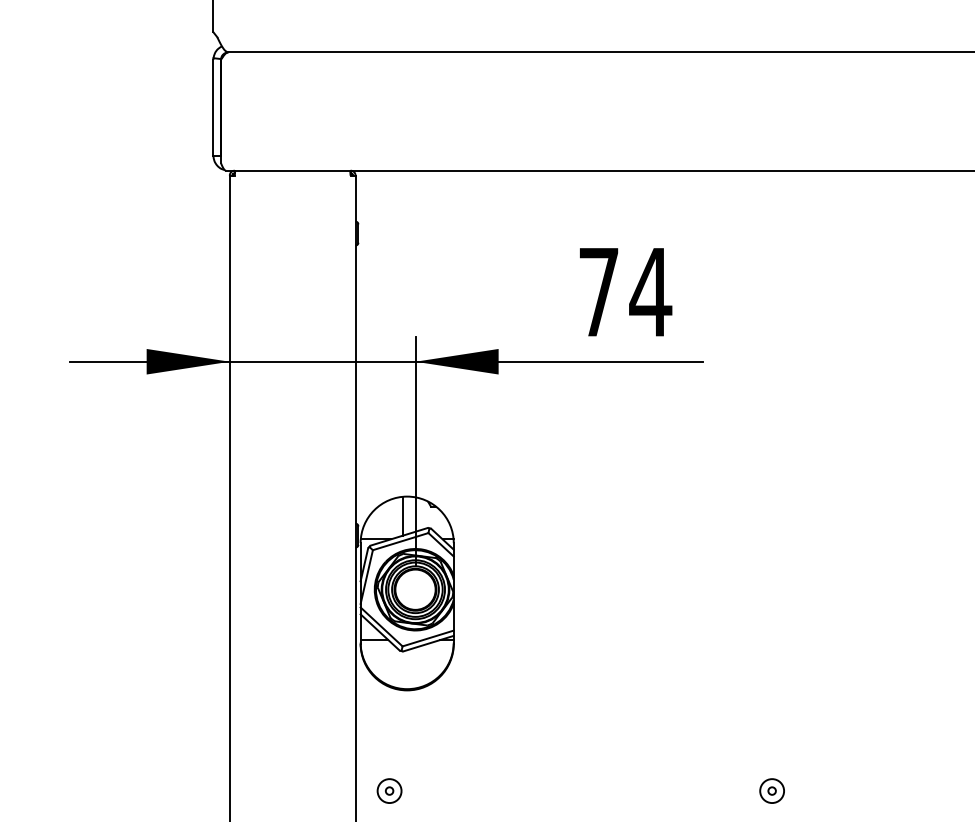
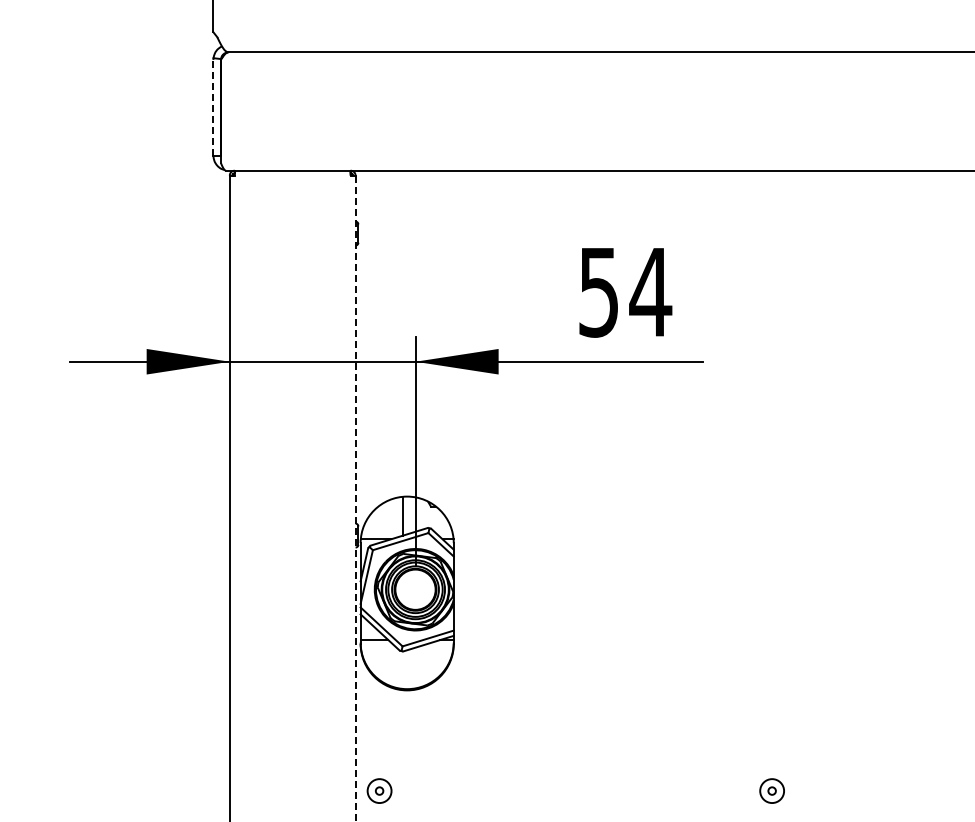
line at (213, 107): solid -> dashed
text at (598, 292): 74 -> 54
line at (355, 498): solid -> dashed
part at (389, 790) position: (389, 790) -> (379, 790)
